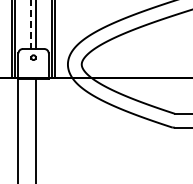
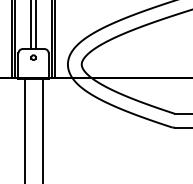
line at (31, 25): dashed -> solid
line at (17, 129) position: (17, 129) -> (24, 129)
line at (35, 129) position: (35, 129) -> (42, 129)
